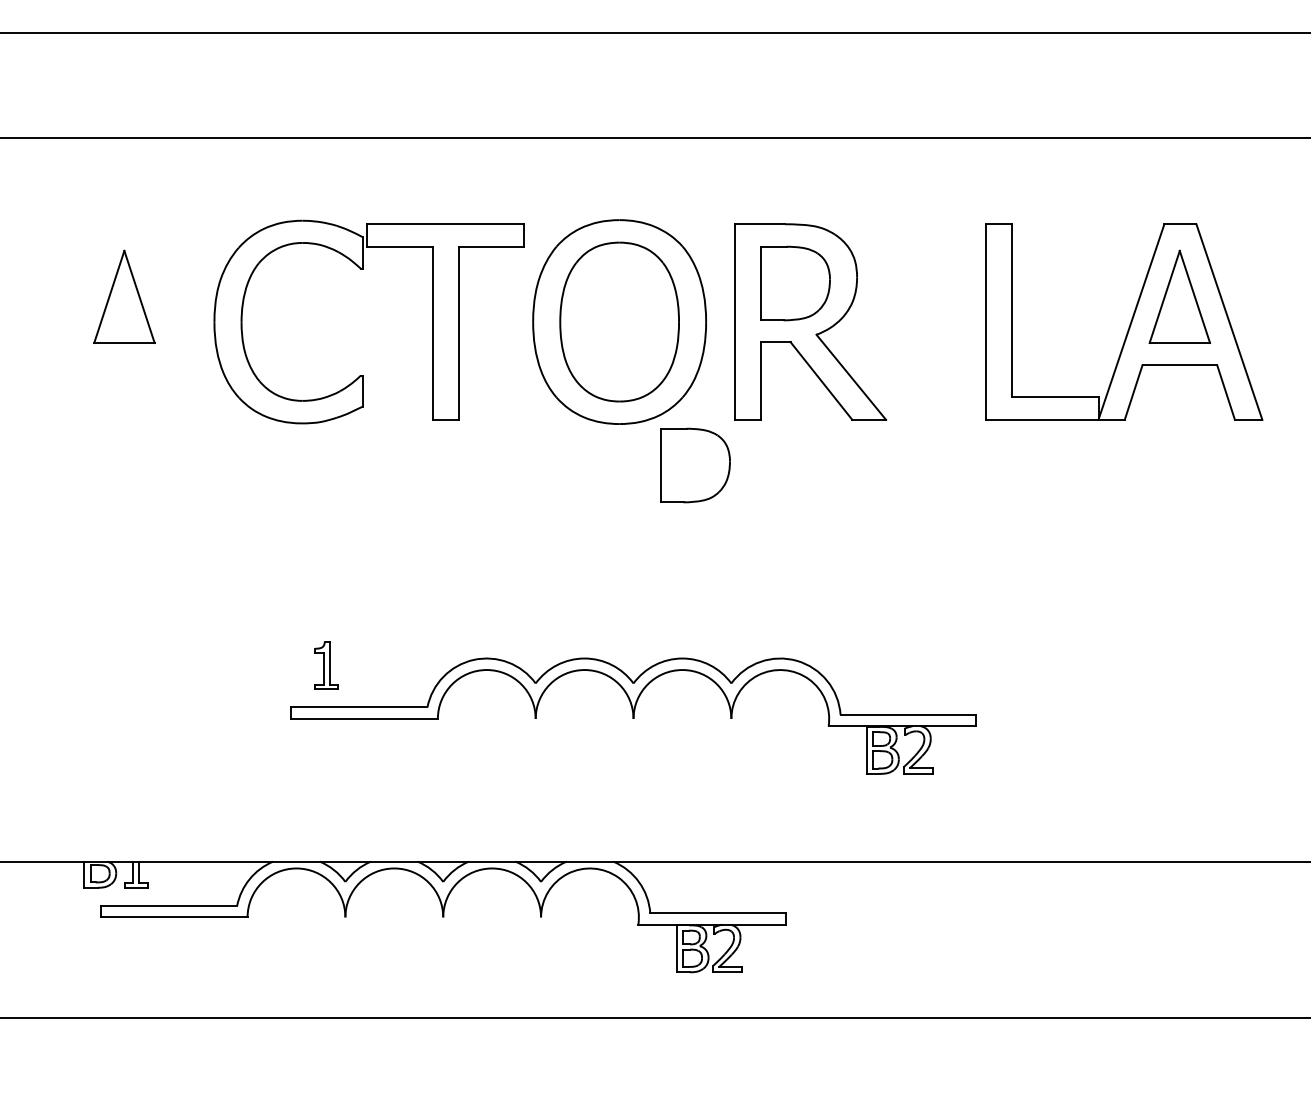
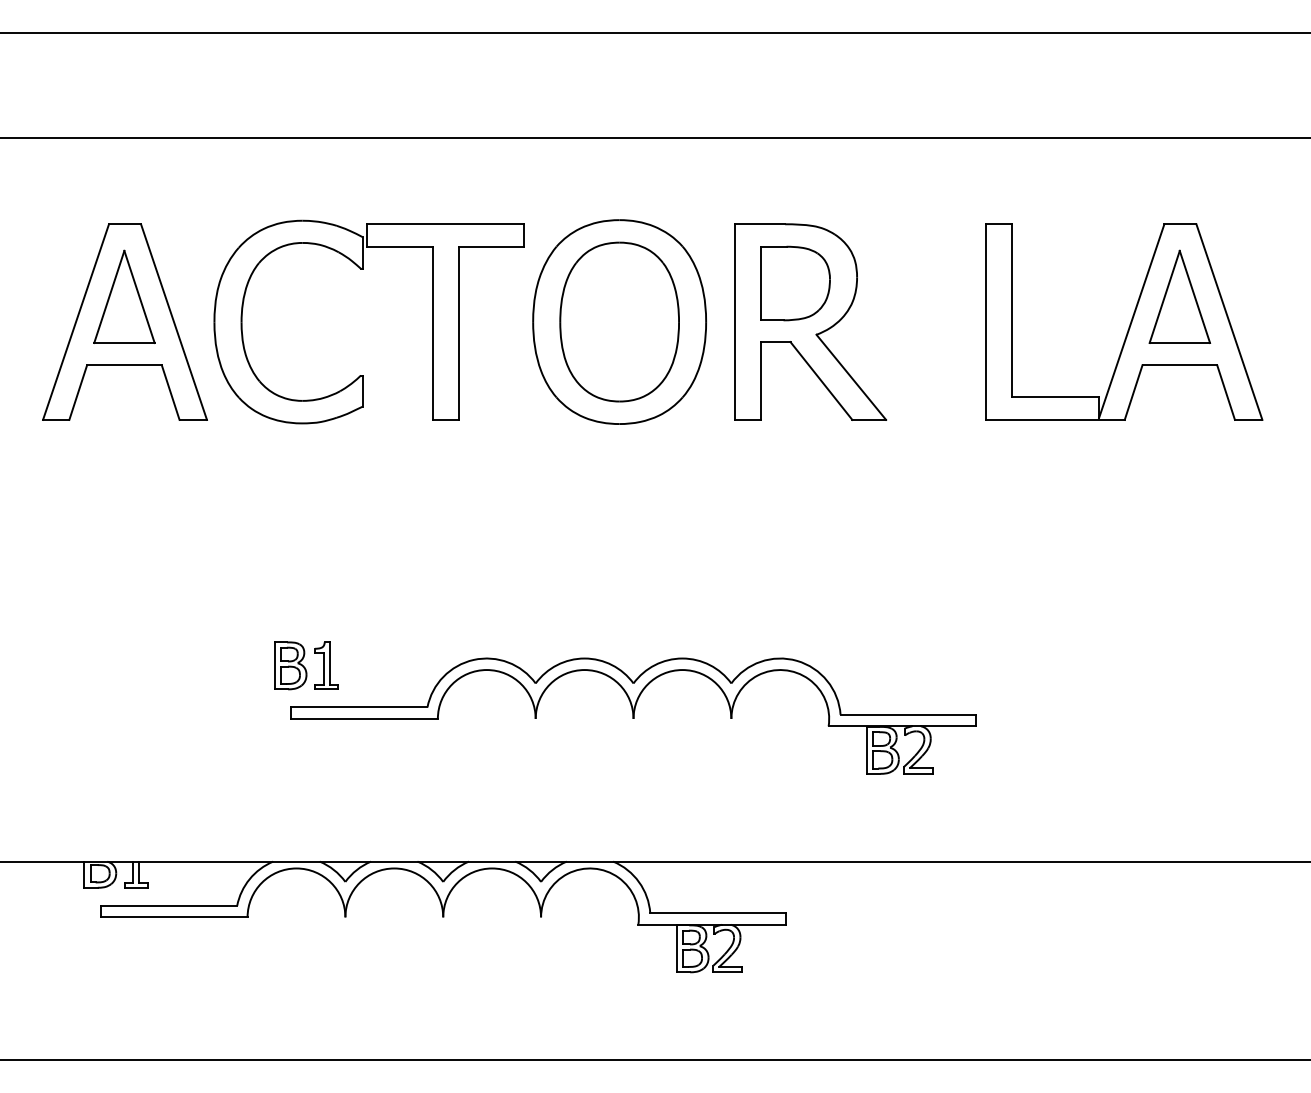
part at (124, 321): none -> present
part at (695, 465): present -> none
part at (290, 665): none -> present
line at (654, 1018) position: (654, 1018) -> (654, 1060)
